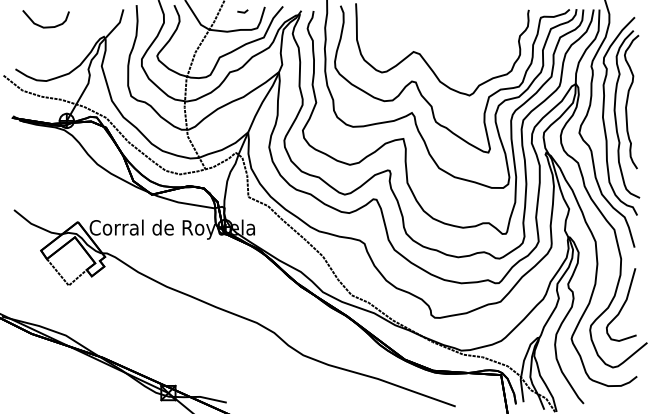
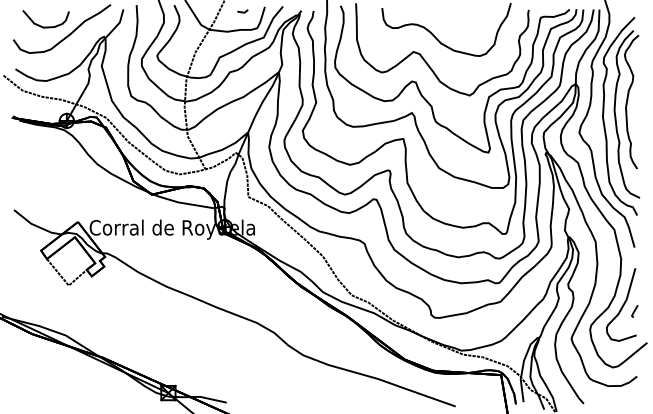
curve at (68, 34): none -> present
curve at (437, 38): none -> present
line at (634, 311): none -> present
